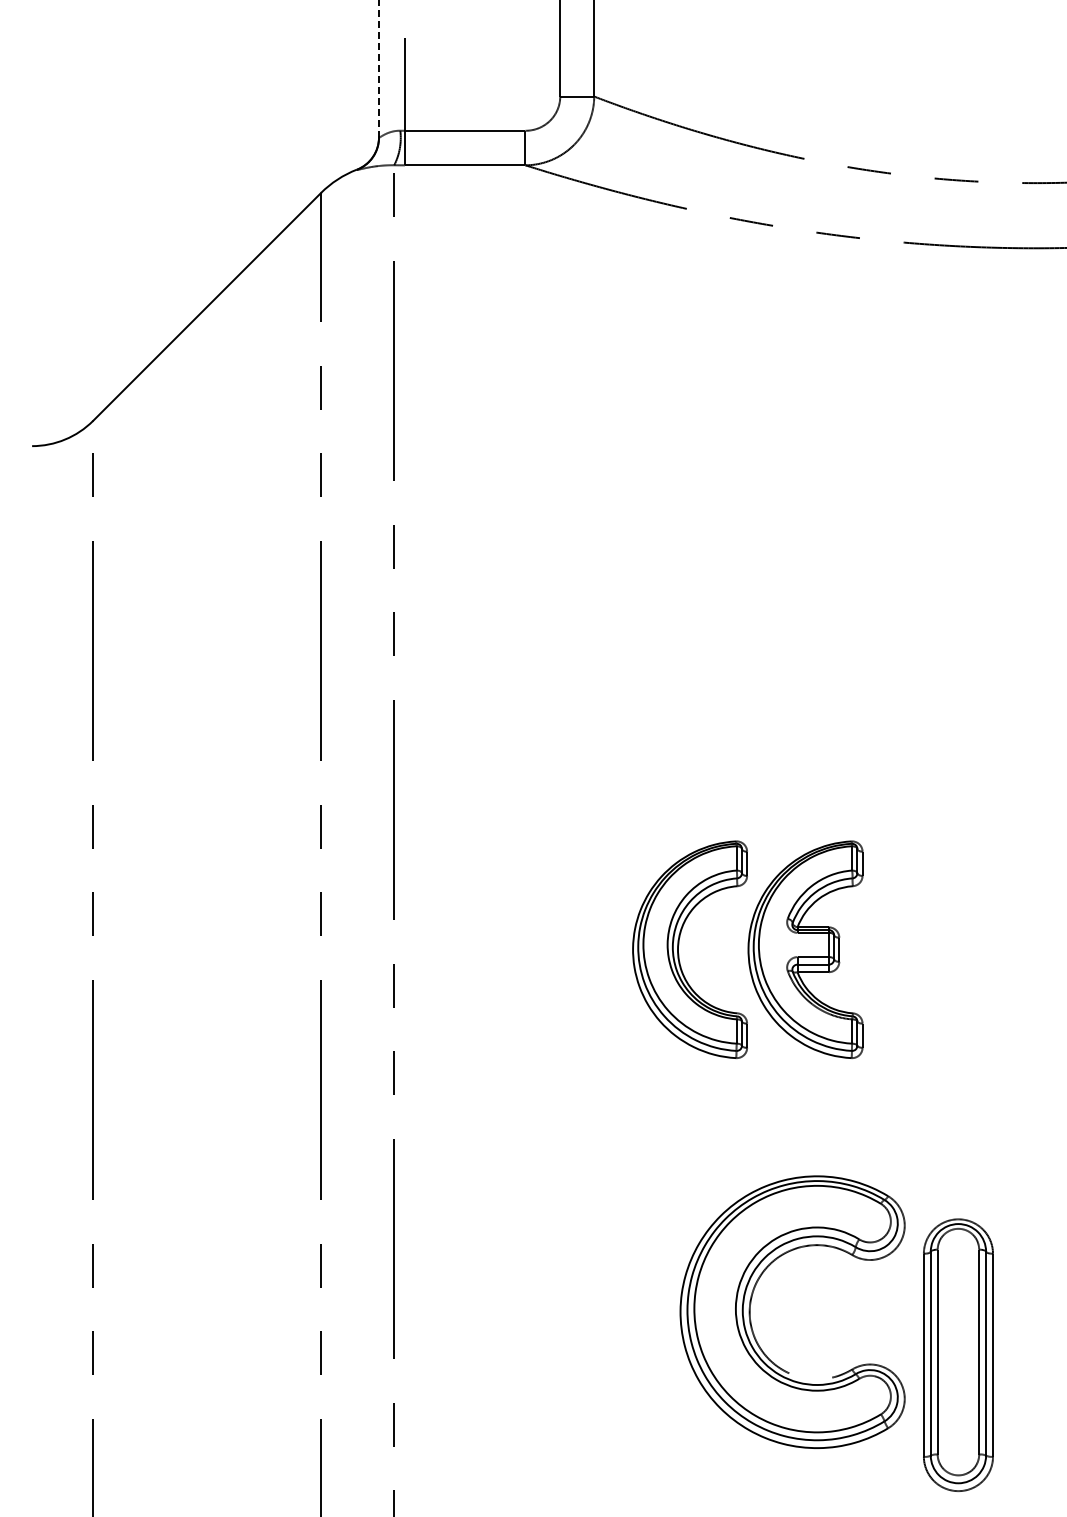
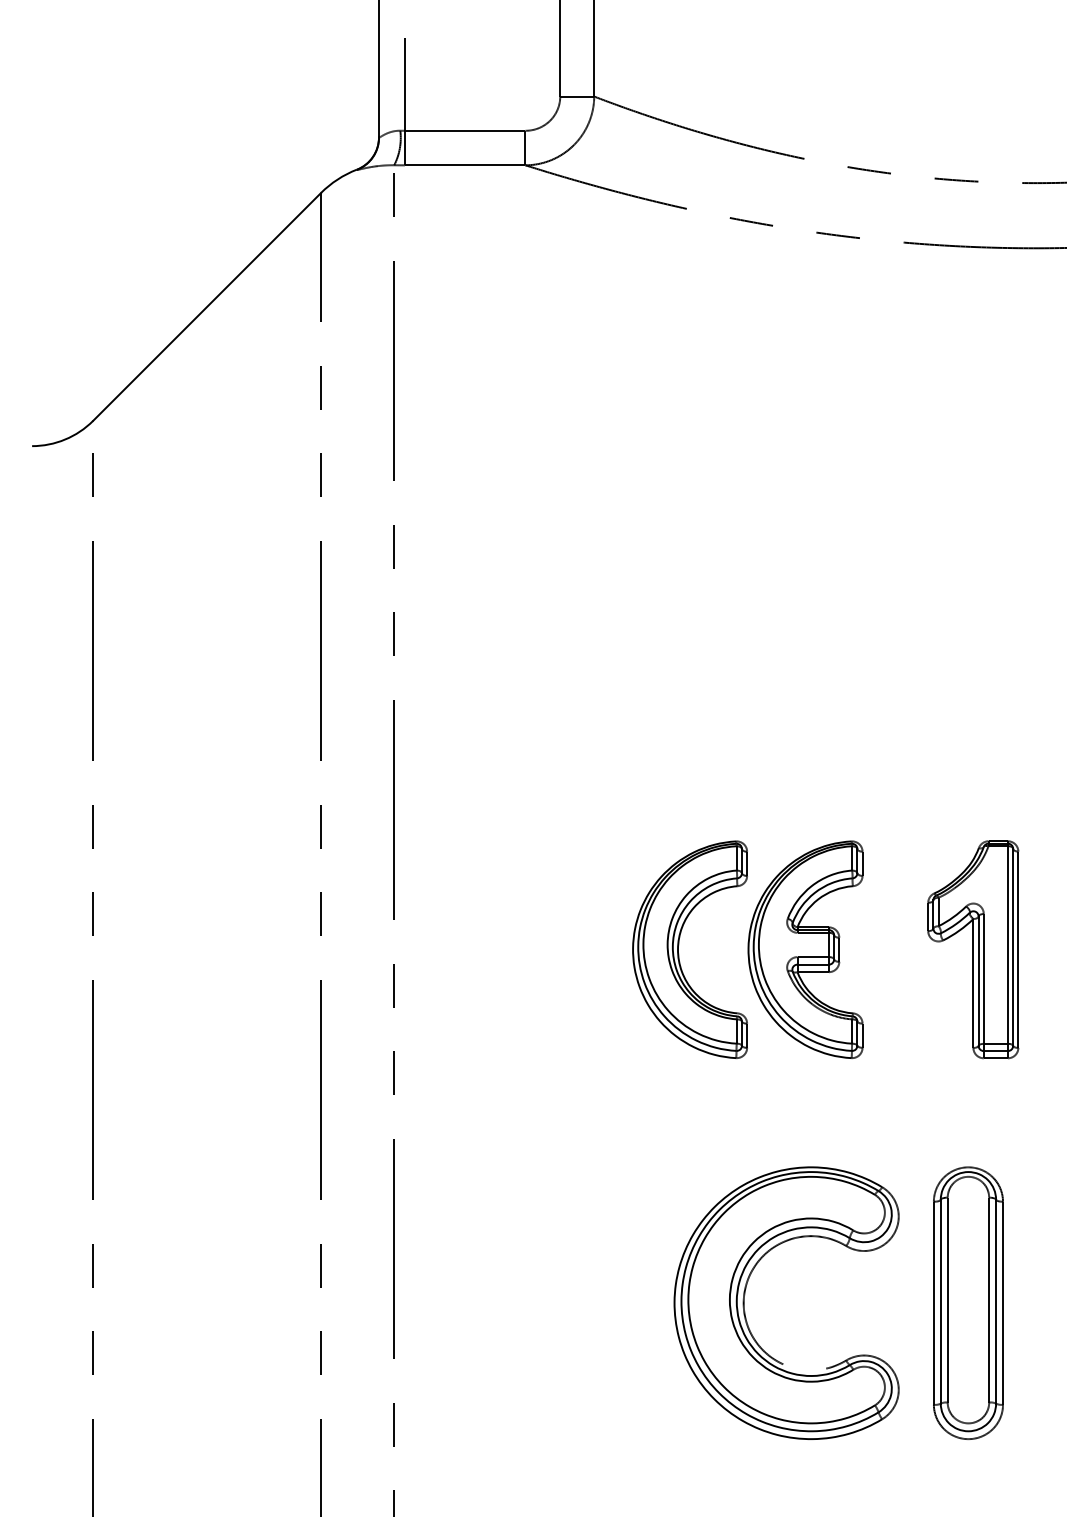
line at (379, 68): dashed -> solid
part at (973, 949): none -> present
part at (751, 1304) position: (751, 1304) -> (745, 1295)
part at (958, 1354) position: (958, 1354) -> (968, 1302)
